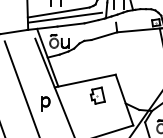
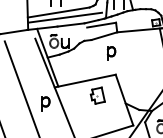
line at (101, 24): none -> present
part at (111, 53): none -> present
